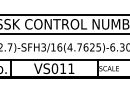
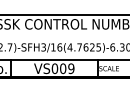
line at (64, 34): present -> none
text at (67, 68): VS011 -> VS009
